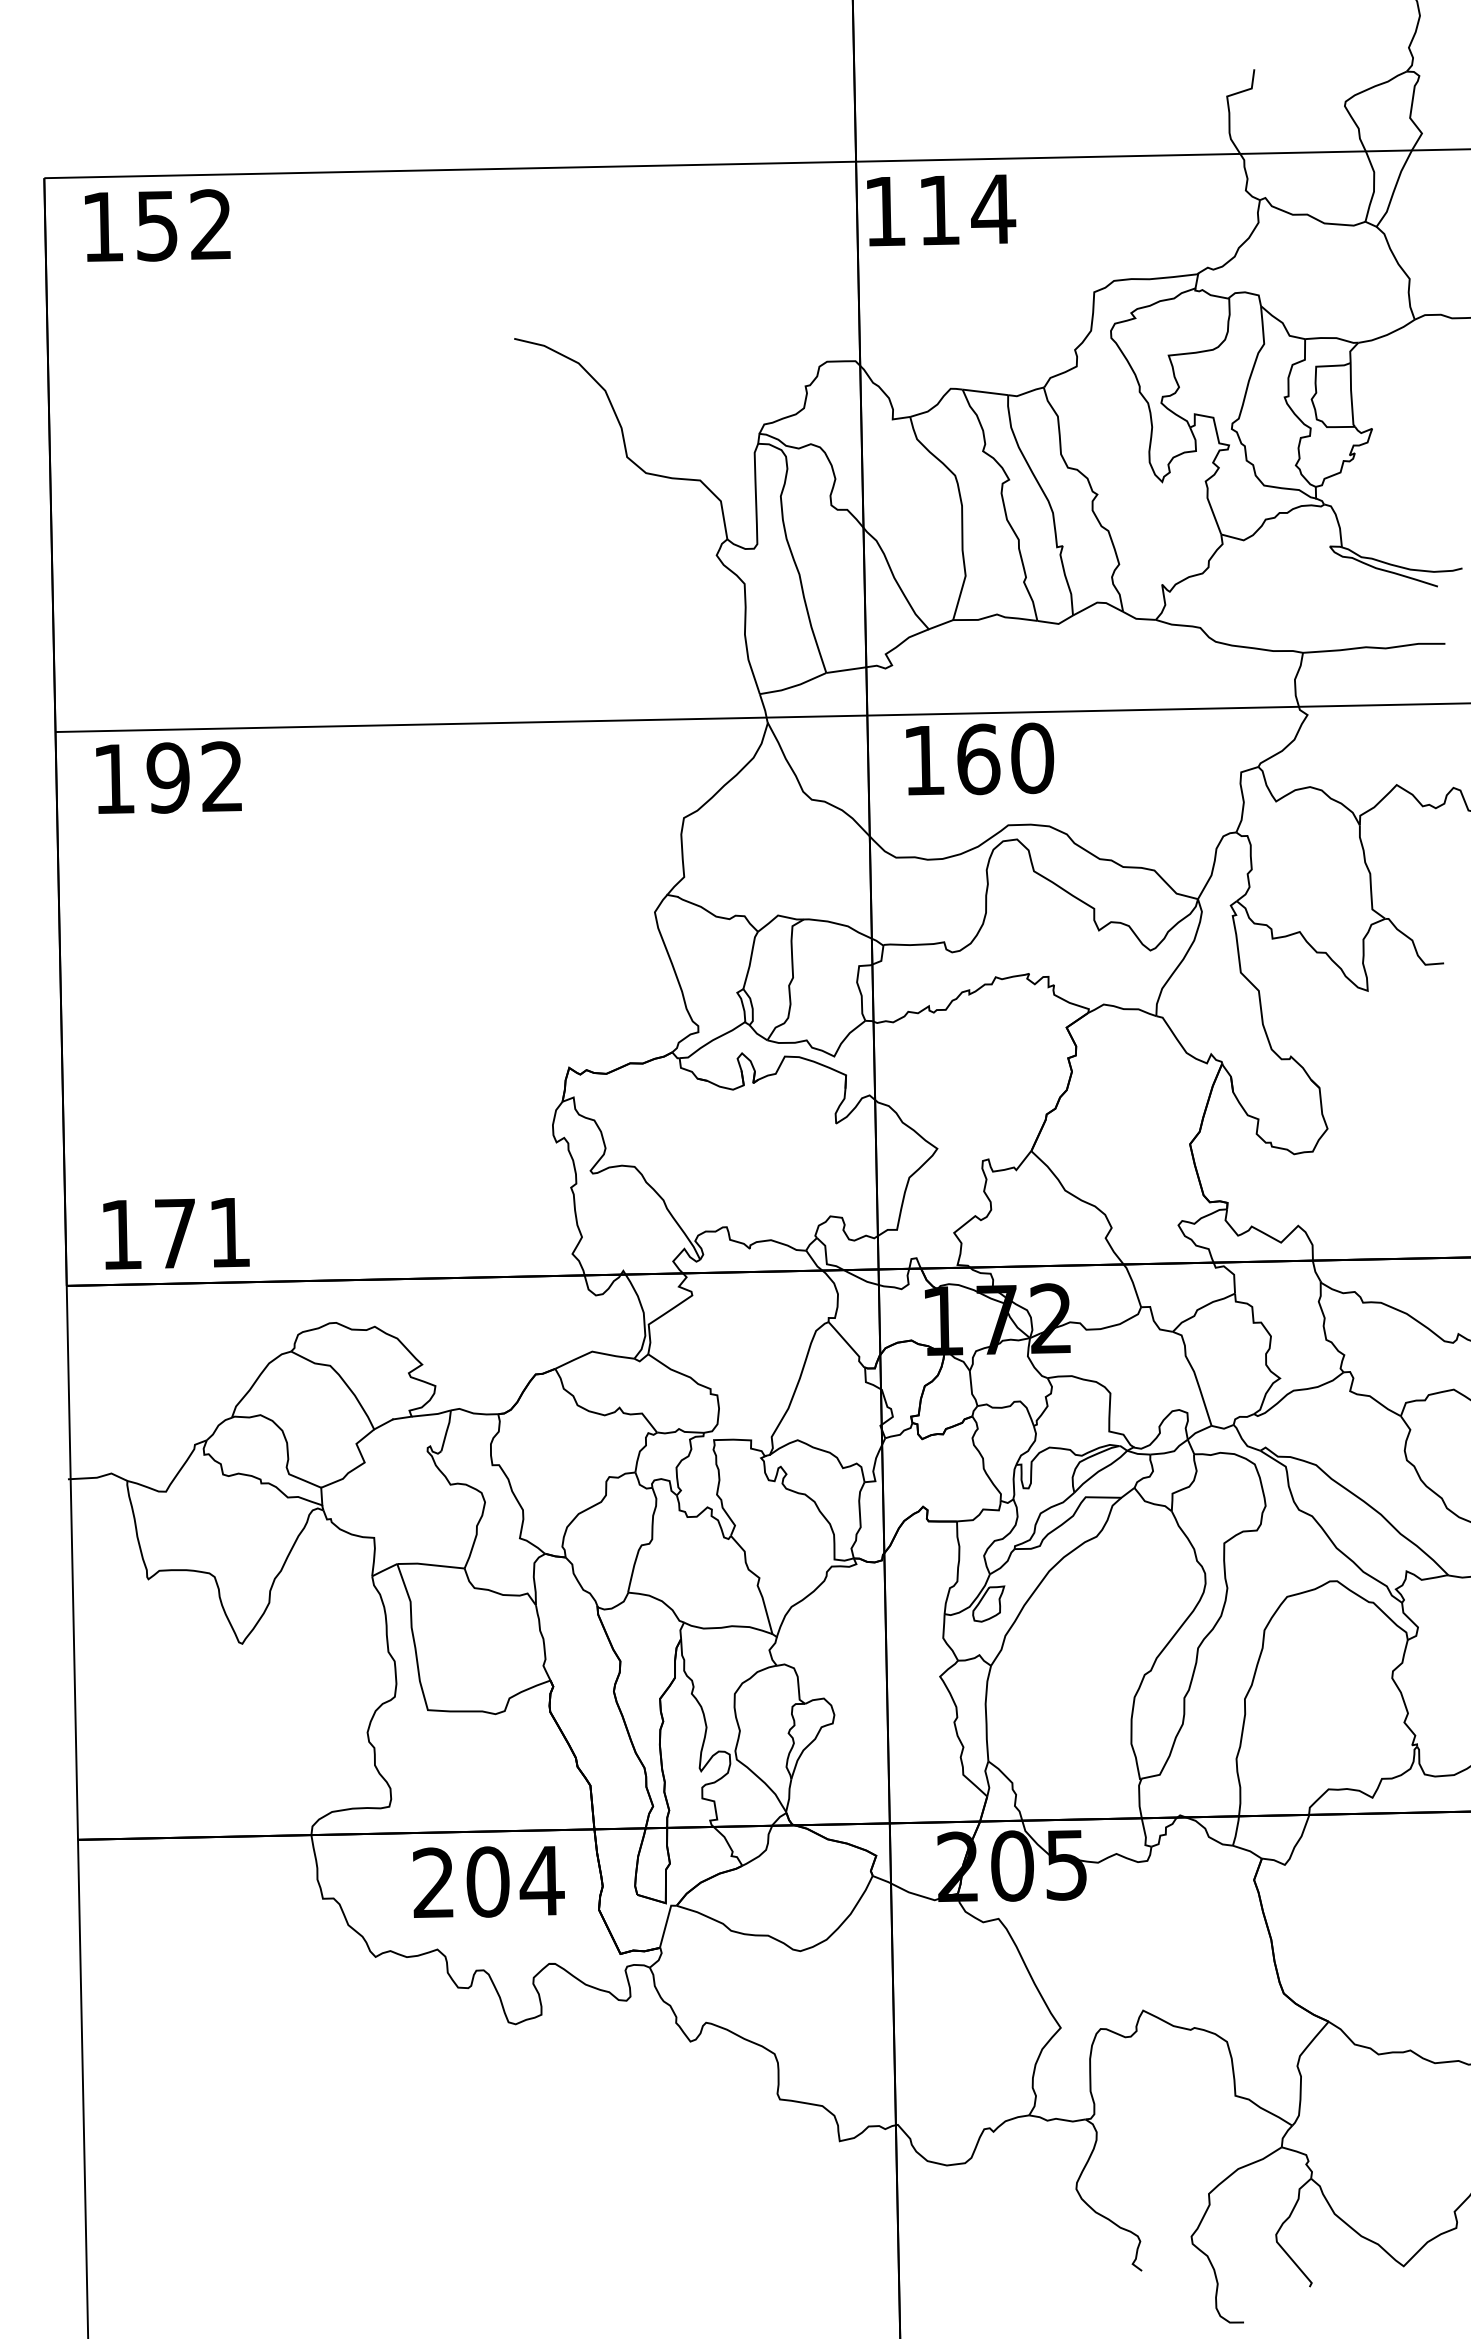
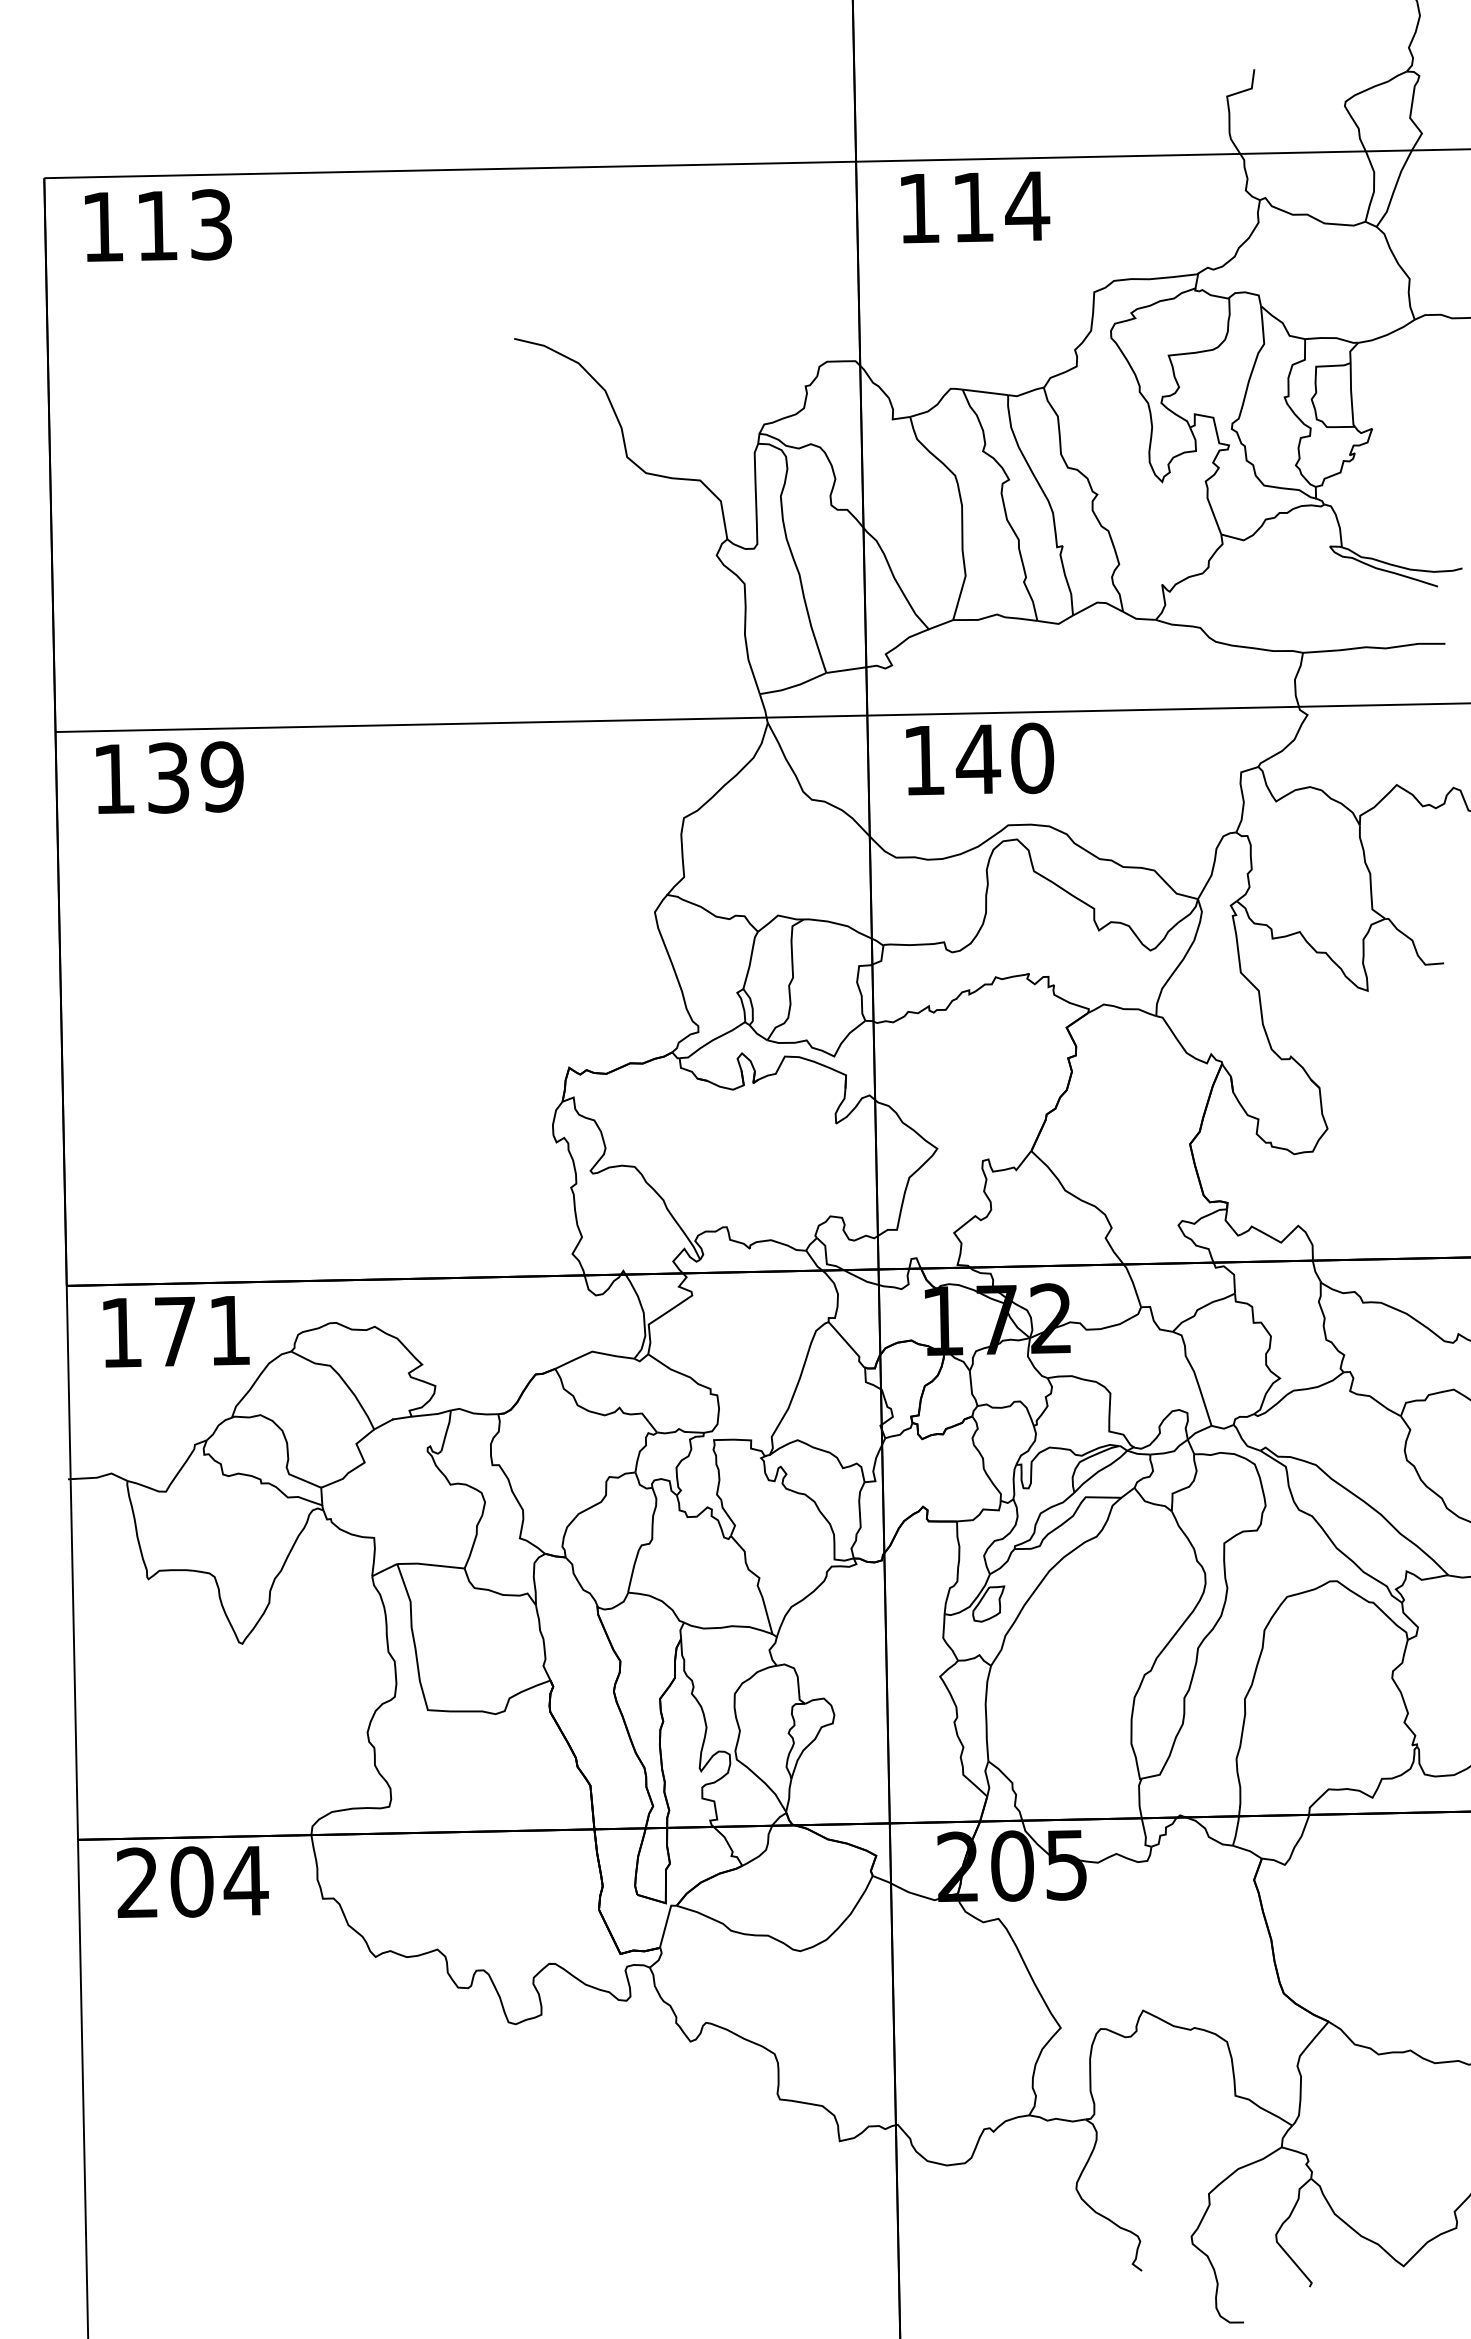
text at (941, 210) position: (941, 210) -> (975, 207)
text at (184, 225): 152 -> 113
text at (978, 759): 160 -> 140
text at (194, 777): 192 -> 139
text at (176, 1233) position: (176, 1233) -> (176, 1331)
text at (488, 1881) position: (488, 1881) -> (192, 1881)
